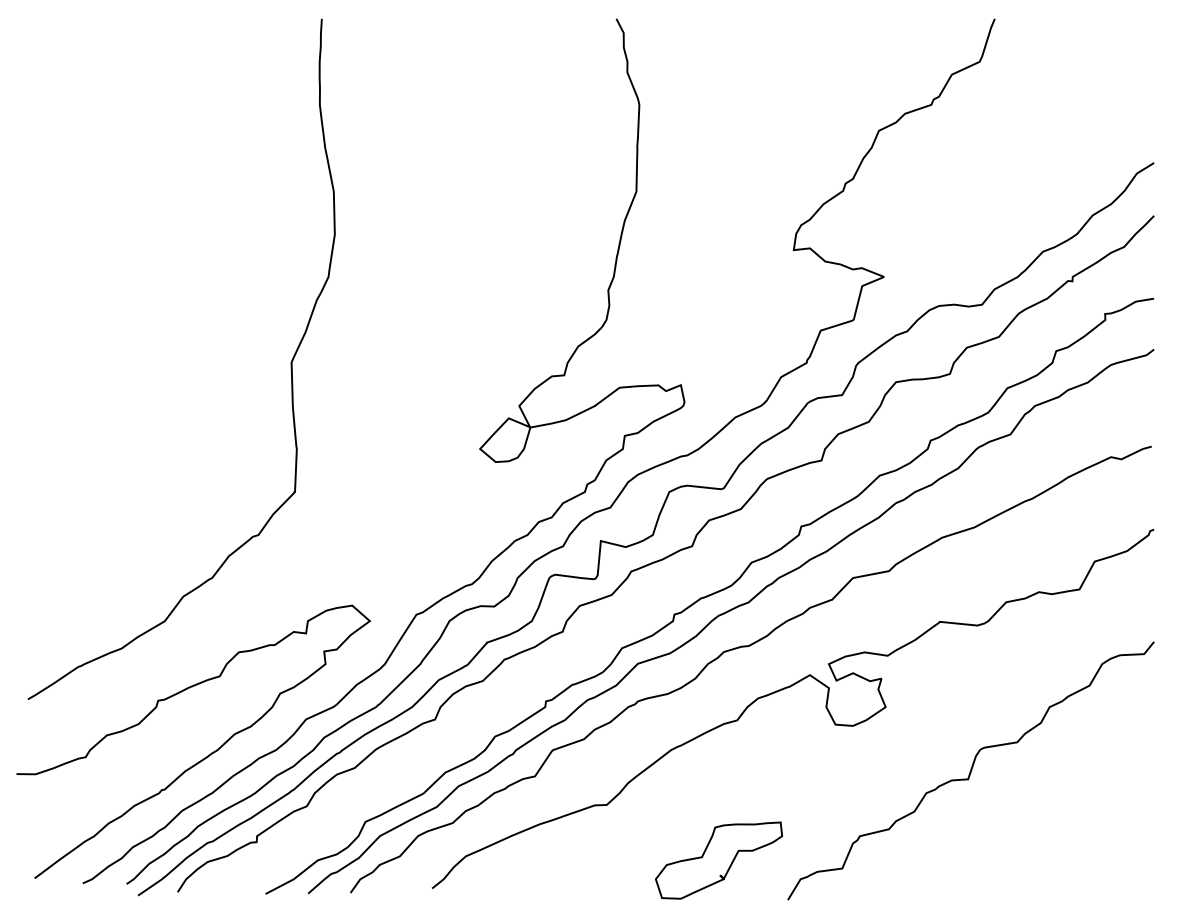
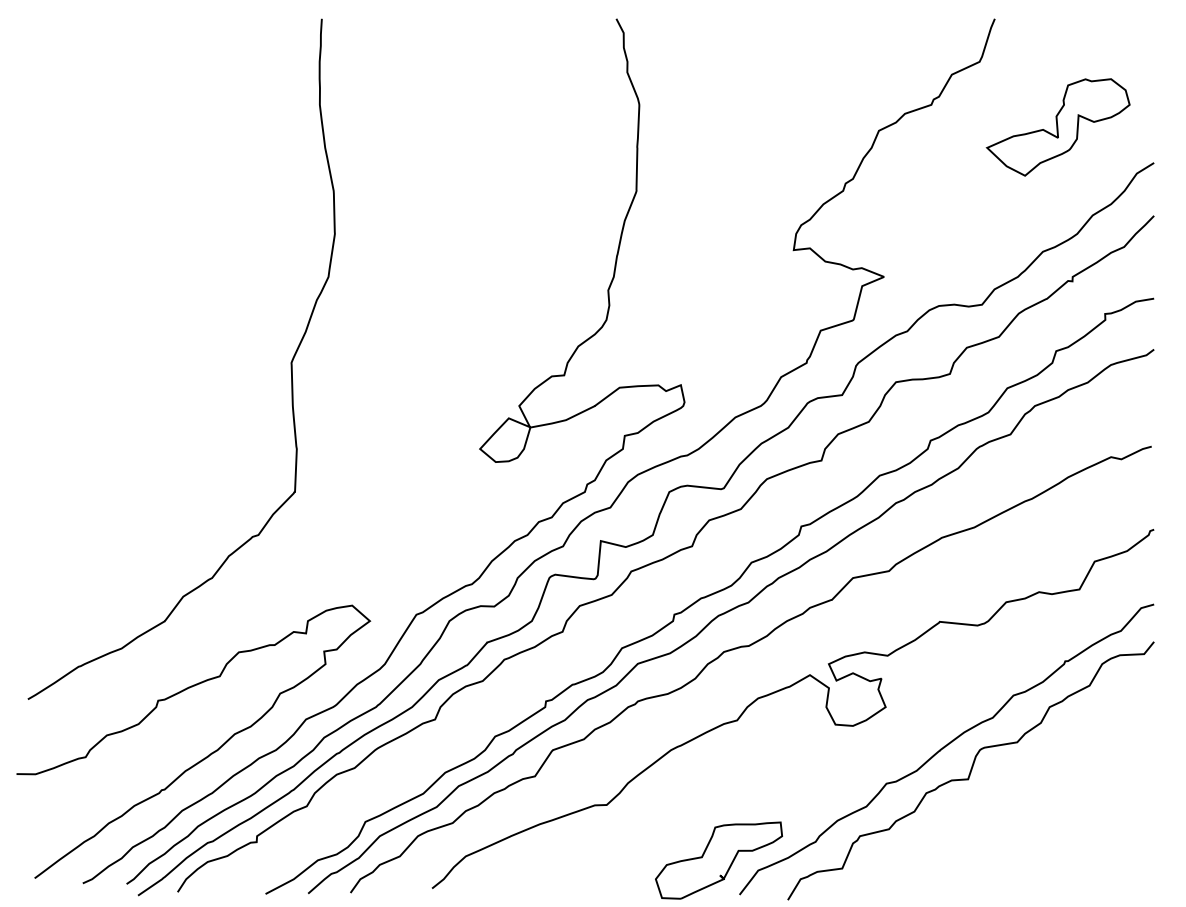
part at (1057, 127): none -> present
curve at (945, 747): none -> present
